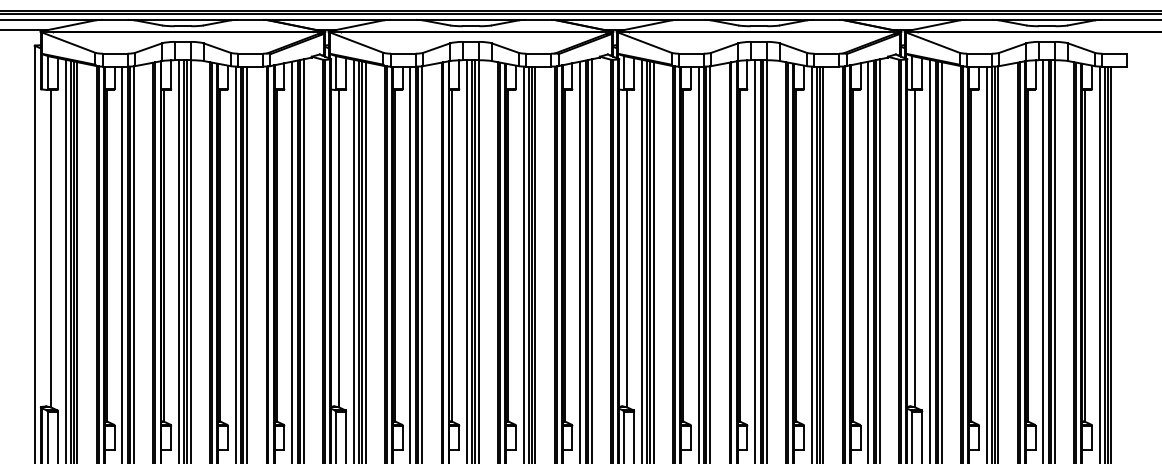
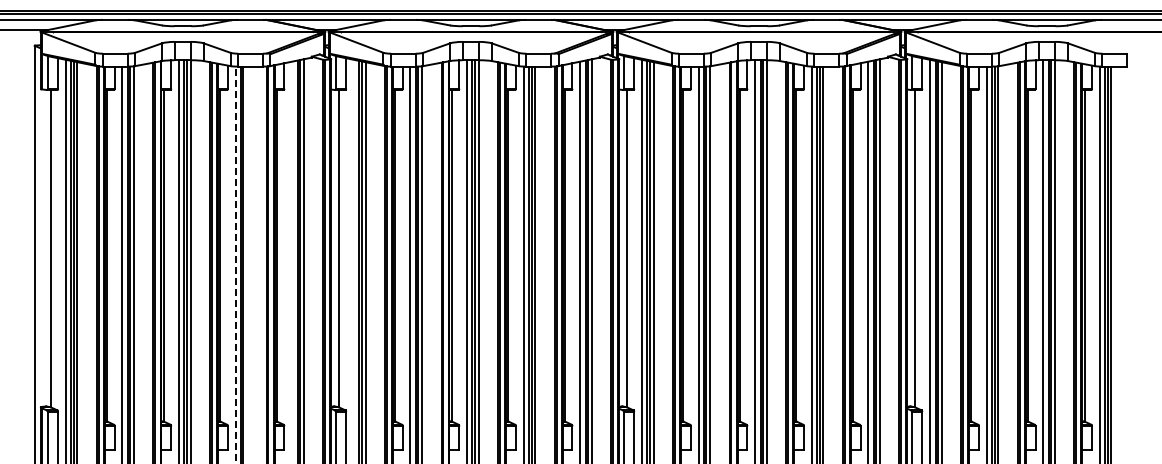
line at (353, 259): present -> none
line at (292, 260): present -> none
line at (247, 263): present -> none
line at (235, 264): solid -> dashed
